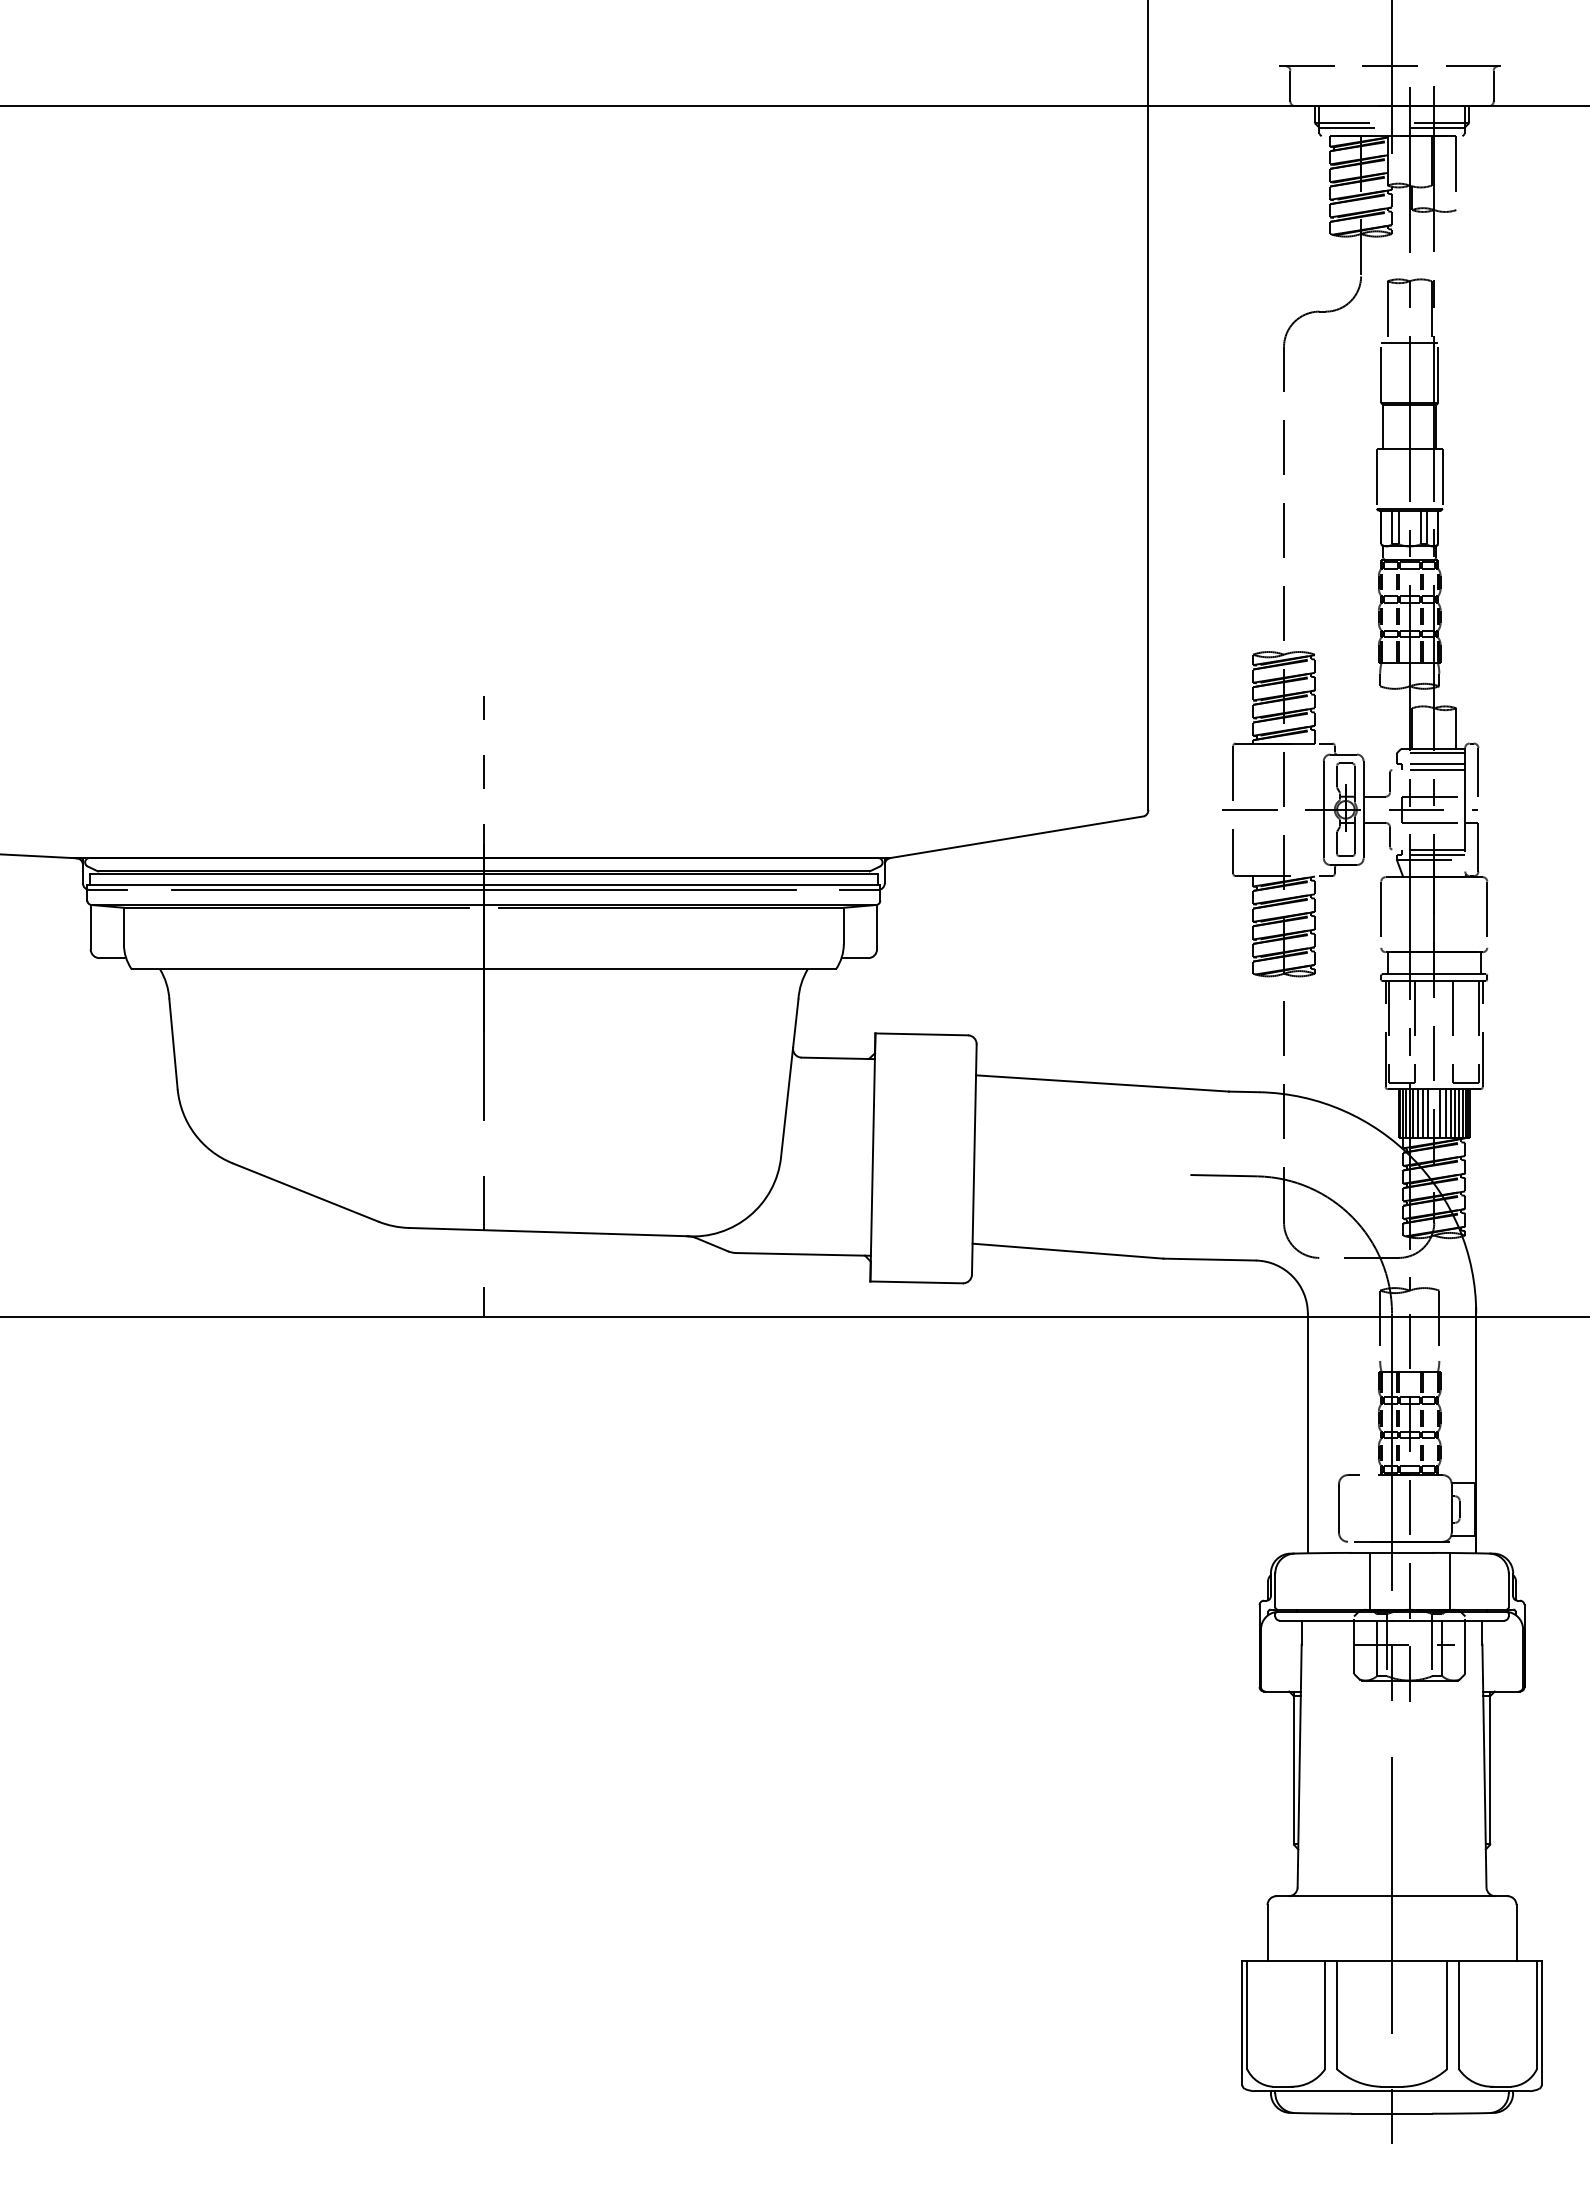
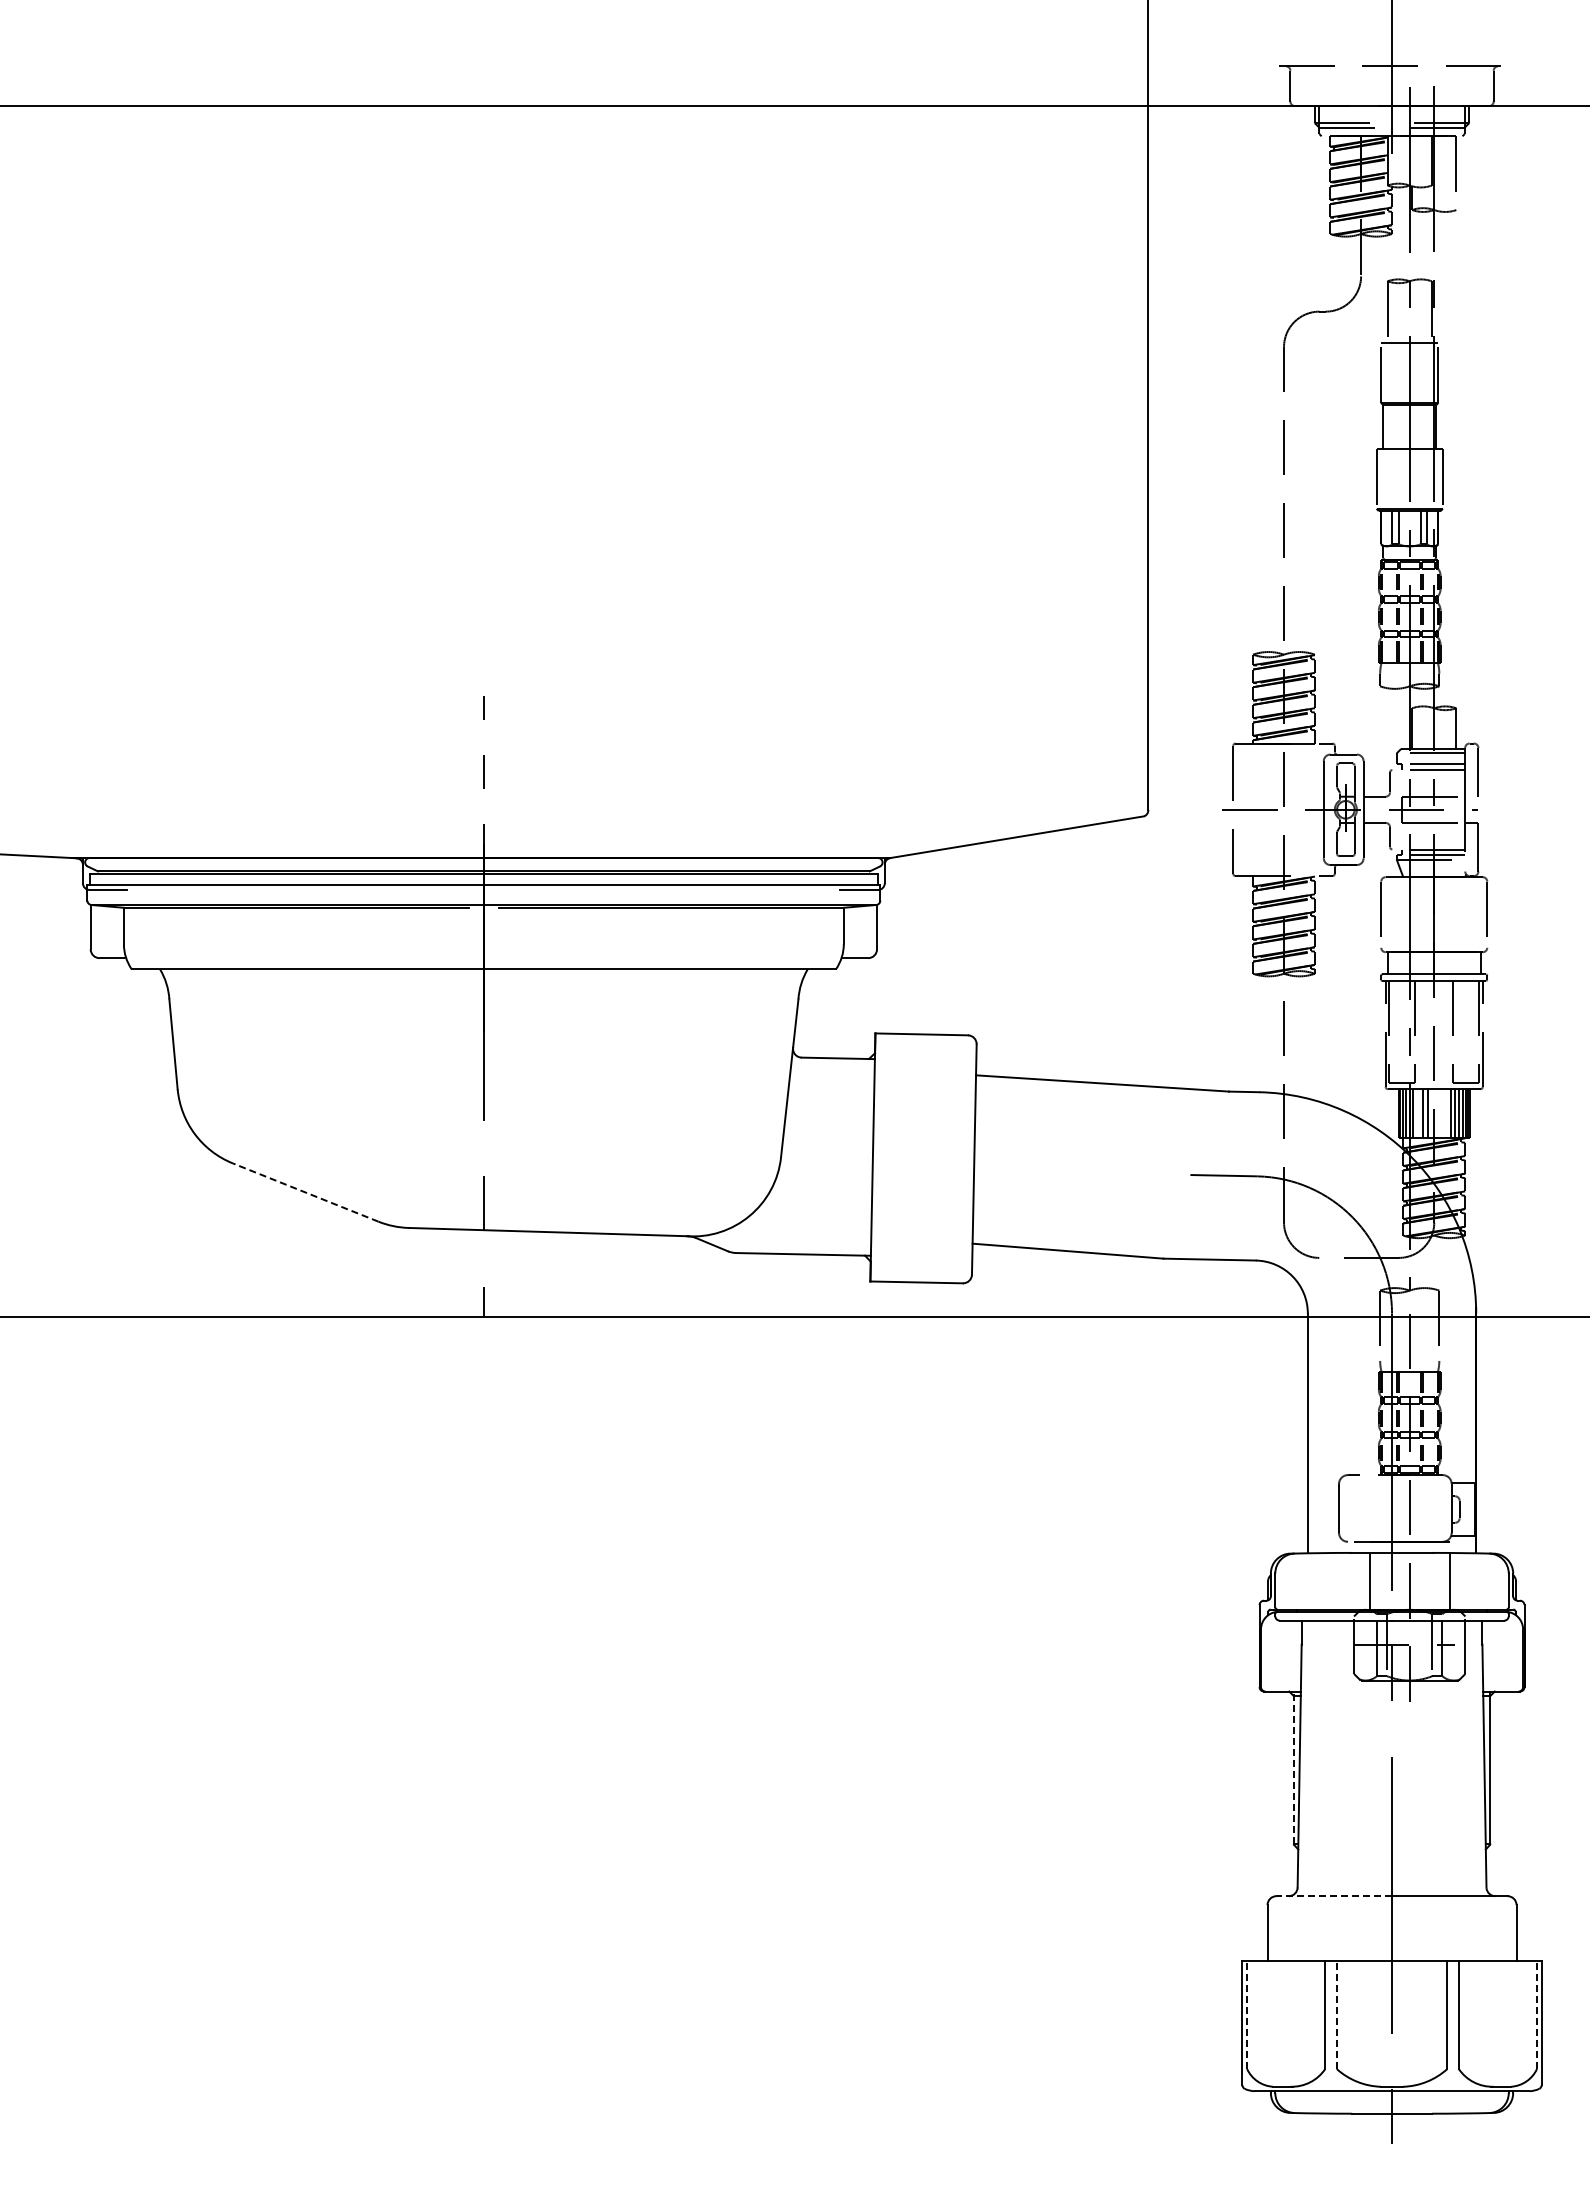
line at (483, 889): present -> none
line at (1417, 1113): present -> none
line at (1440, 1113): present -> none
line at (1445, 1113): present -> none
line at (305, 1192): solid -> dashed
line at (1293, 1767): solid -> dashed
line at (1334, 1896): solid -> dashed
line at (1247, 2015): solid -> dashed
line at (1336, 2015): solid -> dashed
line at (1536, 2015): solid -> dashed
